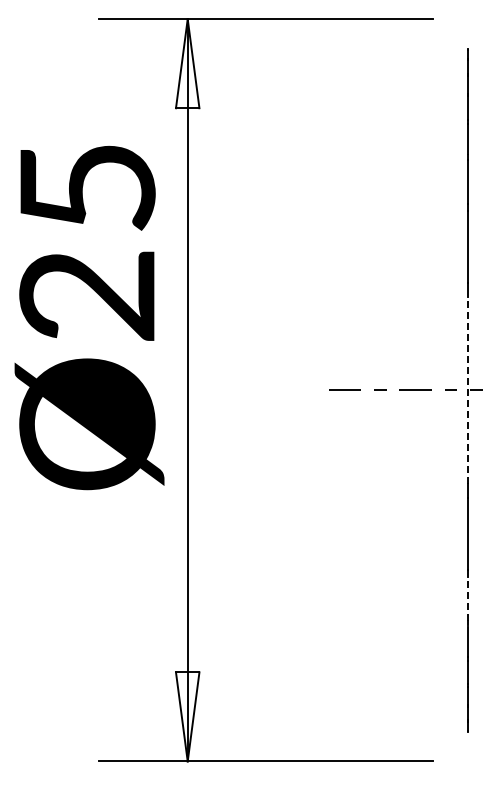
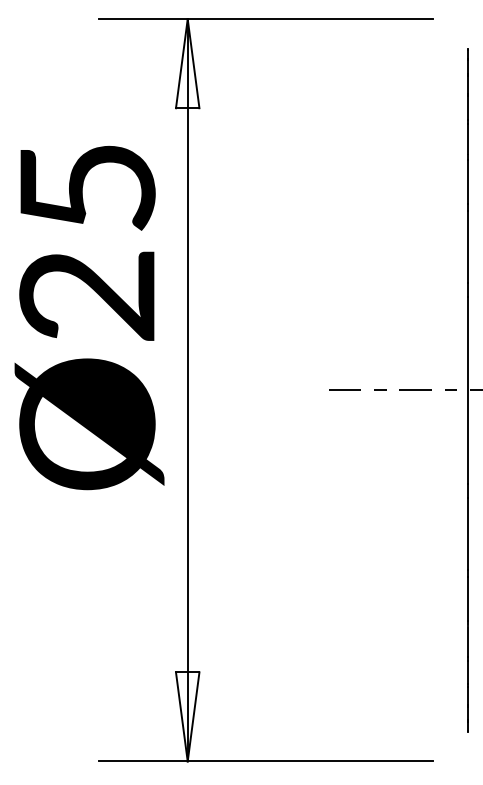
line at (468, 389): dashed -> solid
line at (468, 598): dashed -> solid
